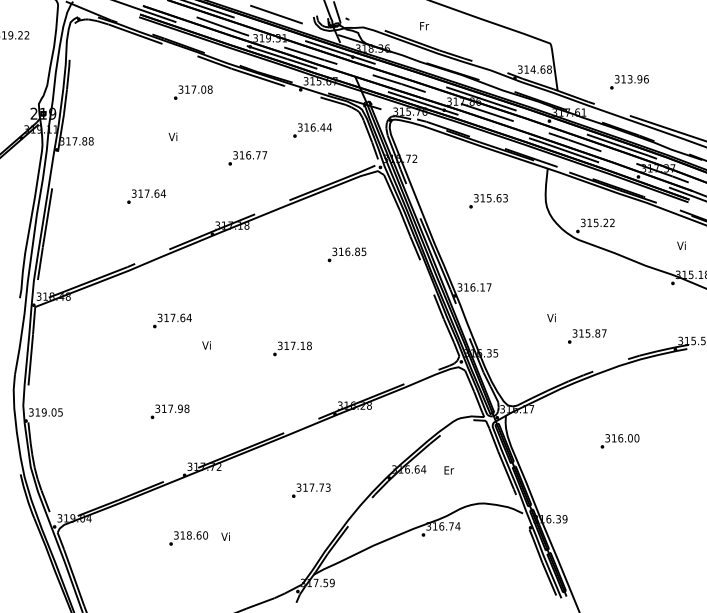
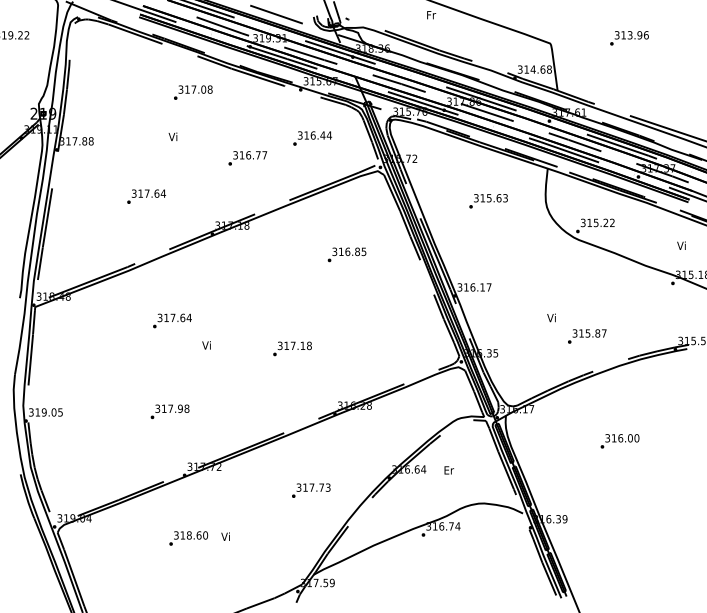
text at (424, 26) position: (424, 26) -> (431, 15)
text at (629, 82) position: (629, 82) -> (629, 38)
text at (312, 130) position: (312, 130) -> (312, 138)
